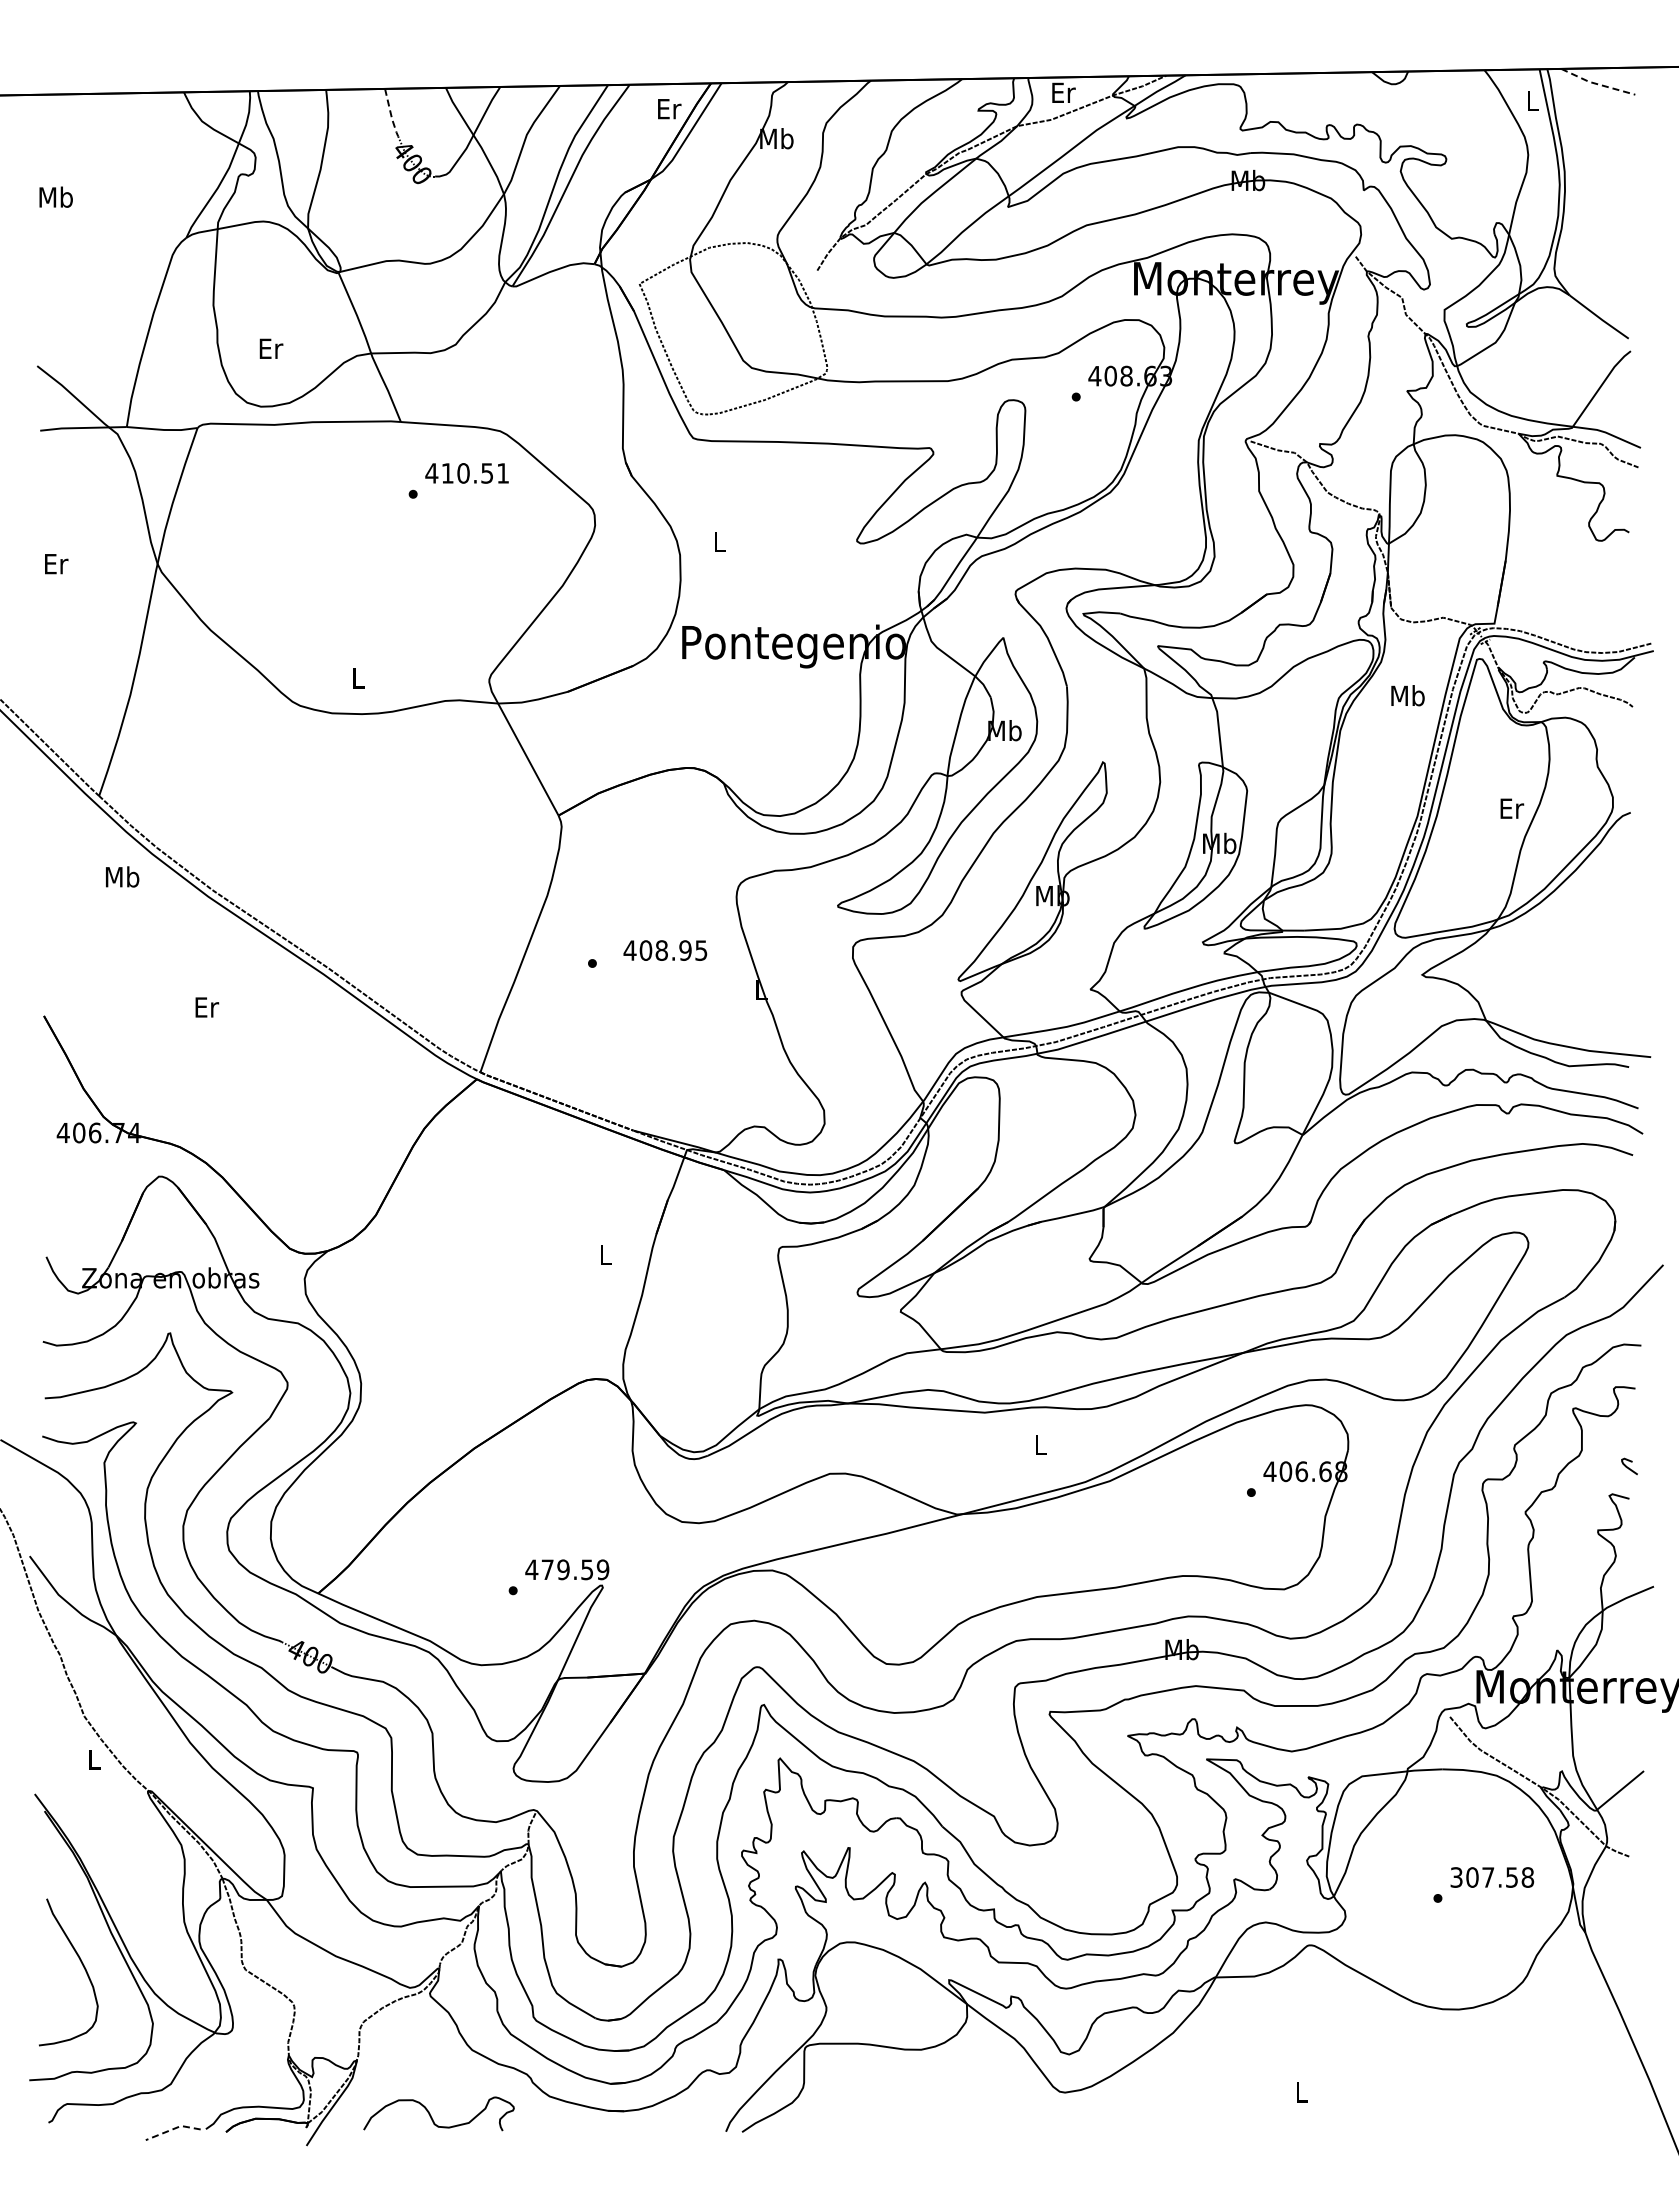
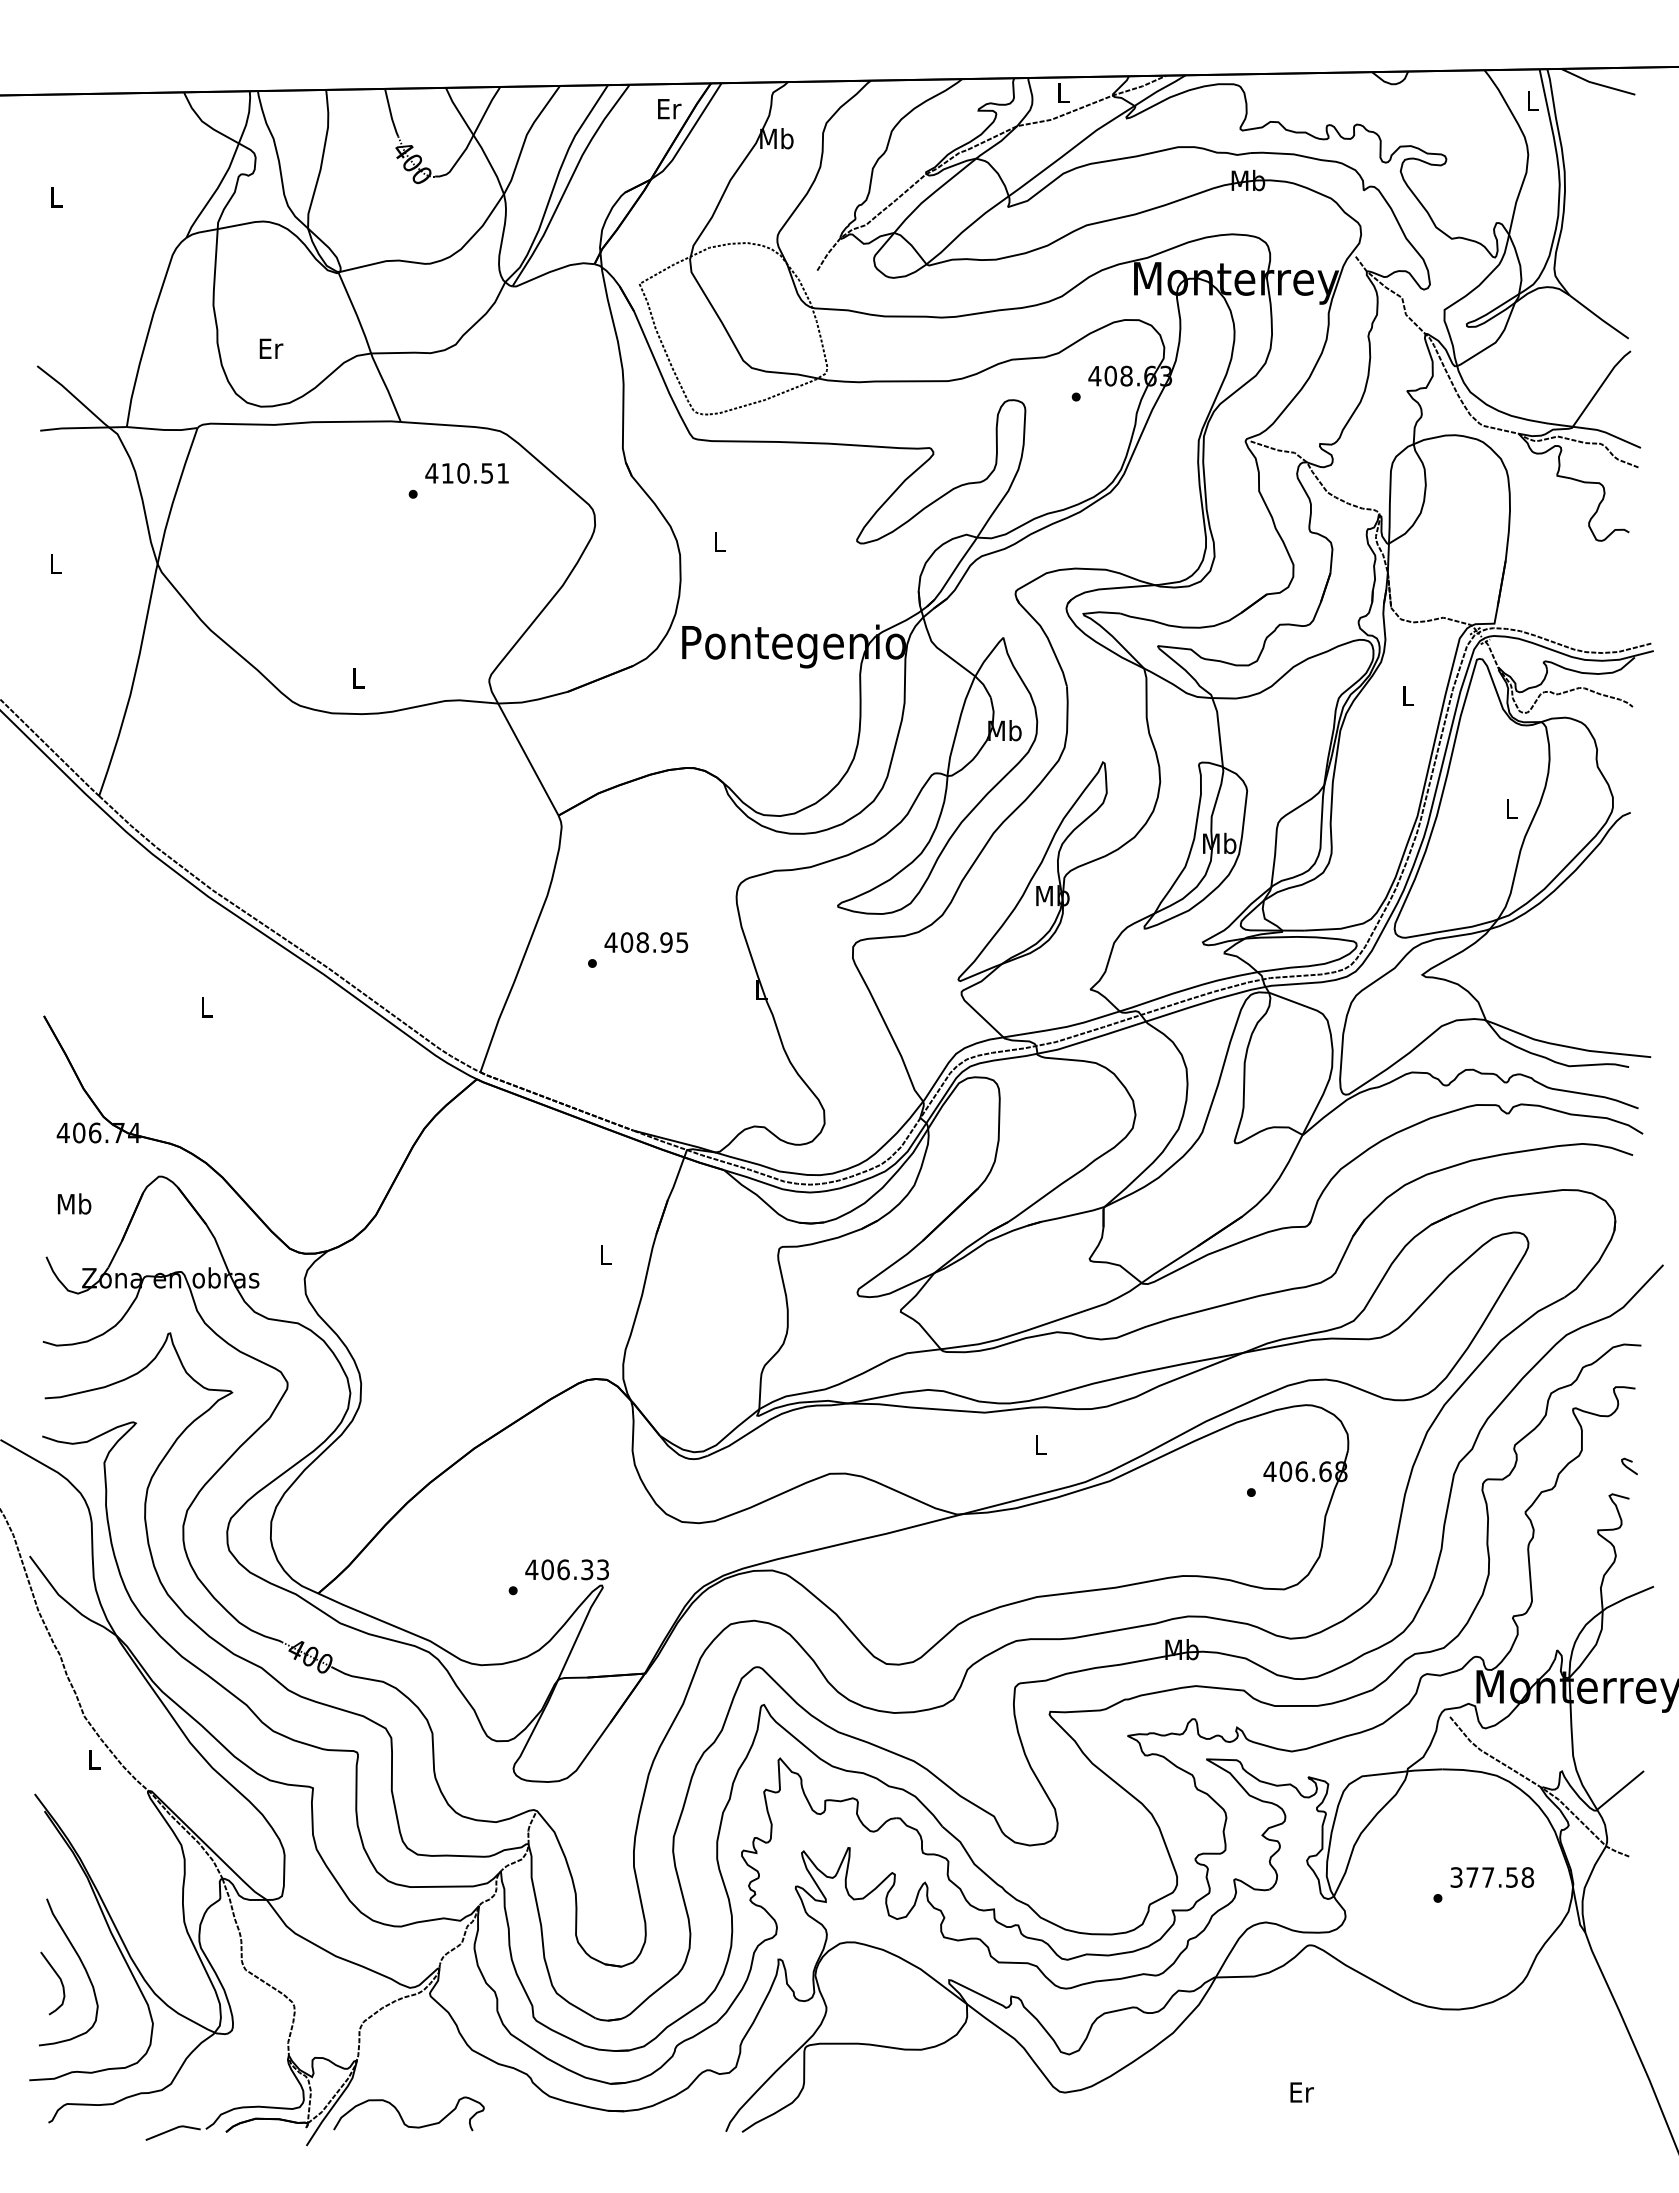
line at (1596, 84): dashed -> solid
text at (1063, 92): Er -> L
line at (391, 115): dashed -> solid
text at (55, 196): Mb -> L
text at (56, 564): Er -> L
text at (1407, 695): Mb -> L
text at (1512, 808): Er -> L
text at (122, 876) position: (122, 876) -> (74, 1203)
text at (665, 950) position: (665, 950) -> (646, 942)
text at (207, 1007): Er -> L
text at (575, 1569): 479.59 -> 406.33
text at (1472, 1877): 307.58 -> 377.58
curve at (59, 1979): none -> present
text at (1301, 2092): L -> Er
curve at (432, 2117) position: (432, 2117) -> (402, 2117)
line at (173, 2129): dashed -> solid
